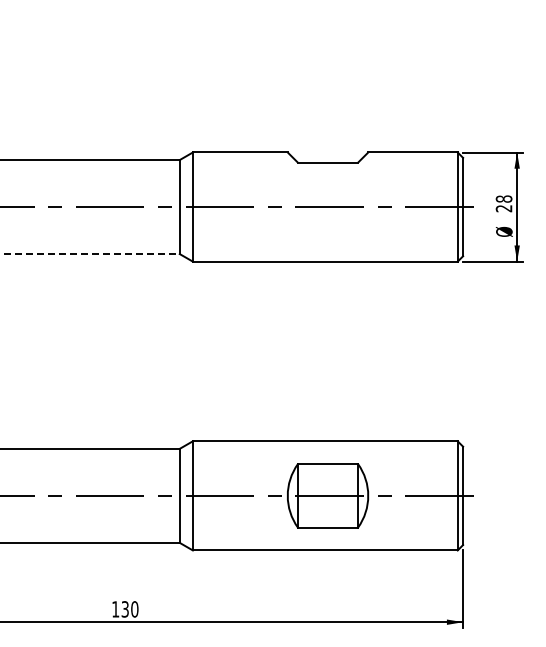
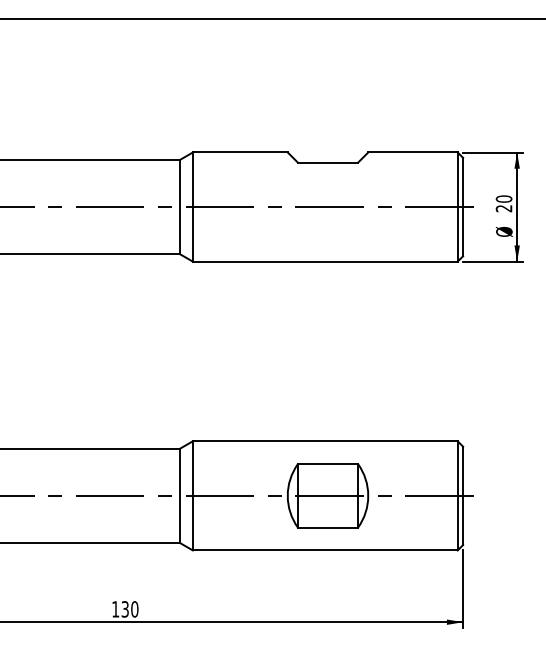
line at (272, 19): none -> present
text at (504, 198): 28 -> 20
line at (89, 254): dashed -> solid
